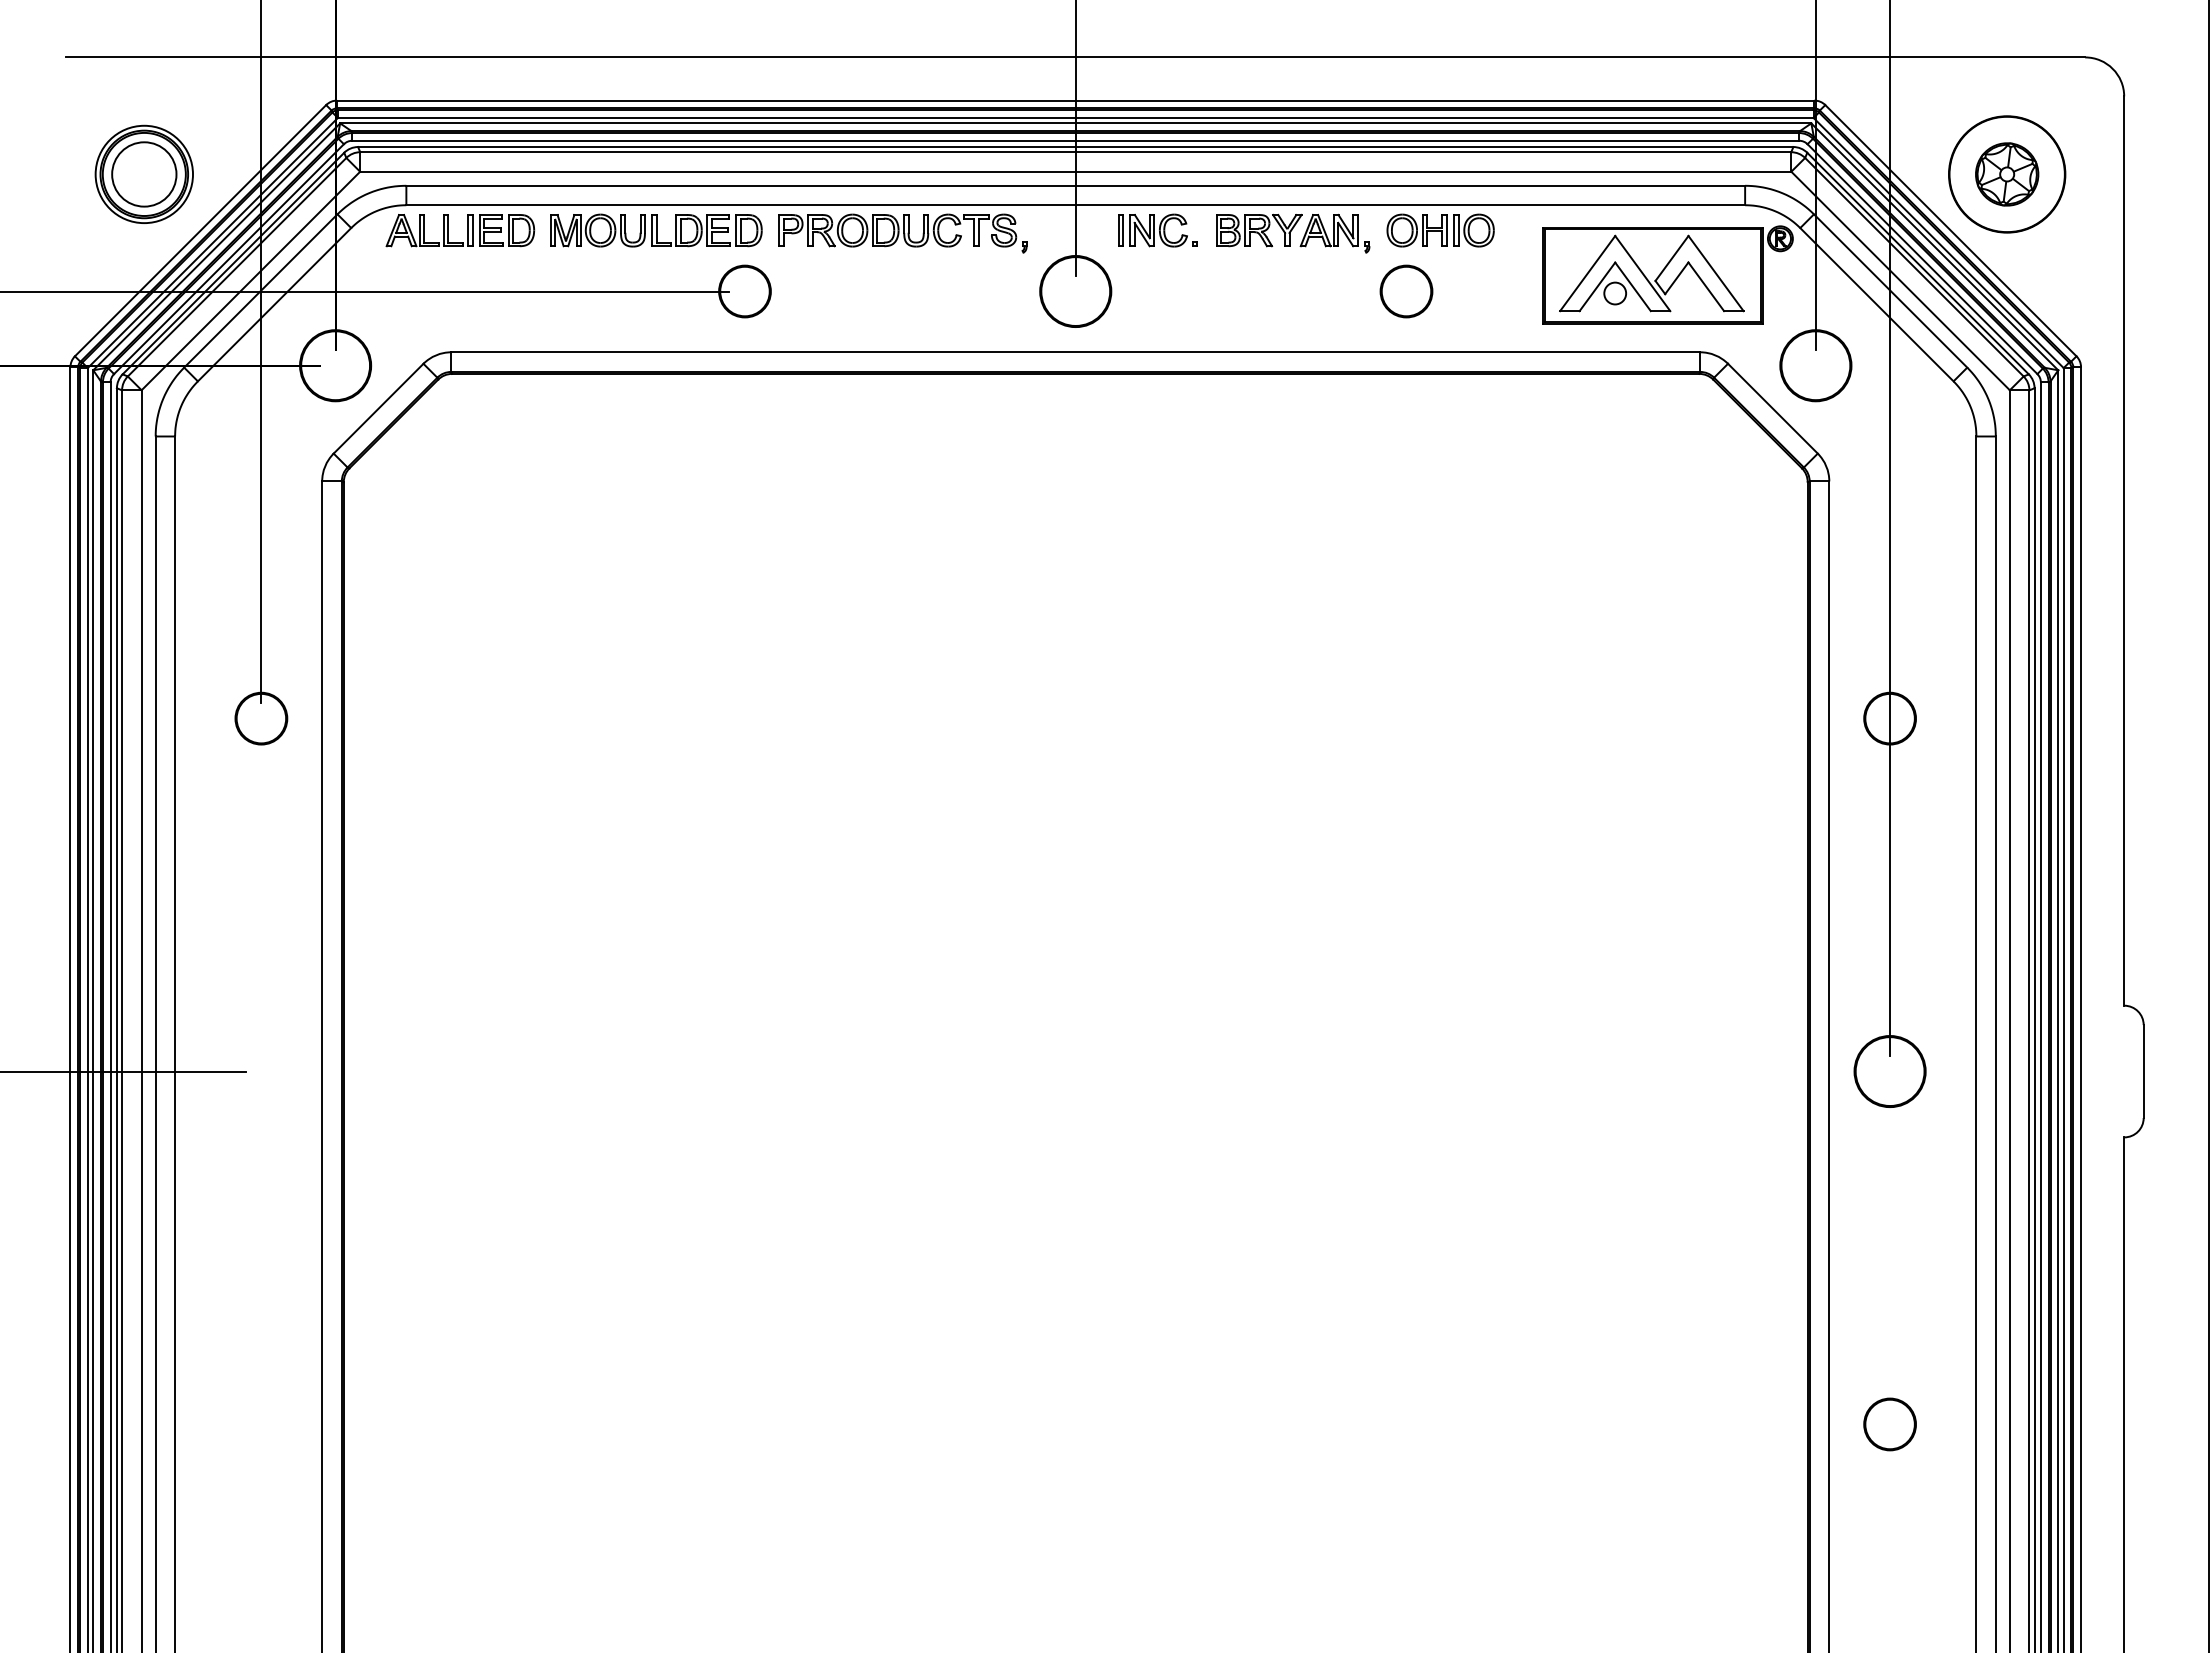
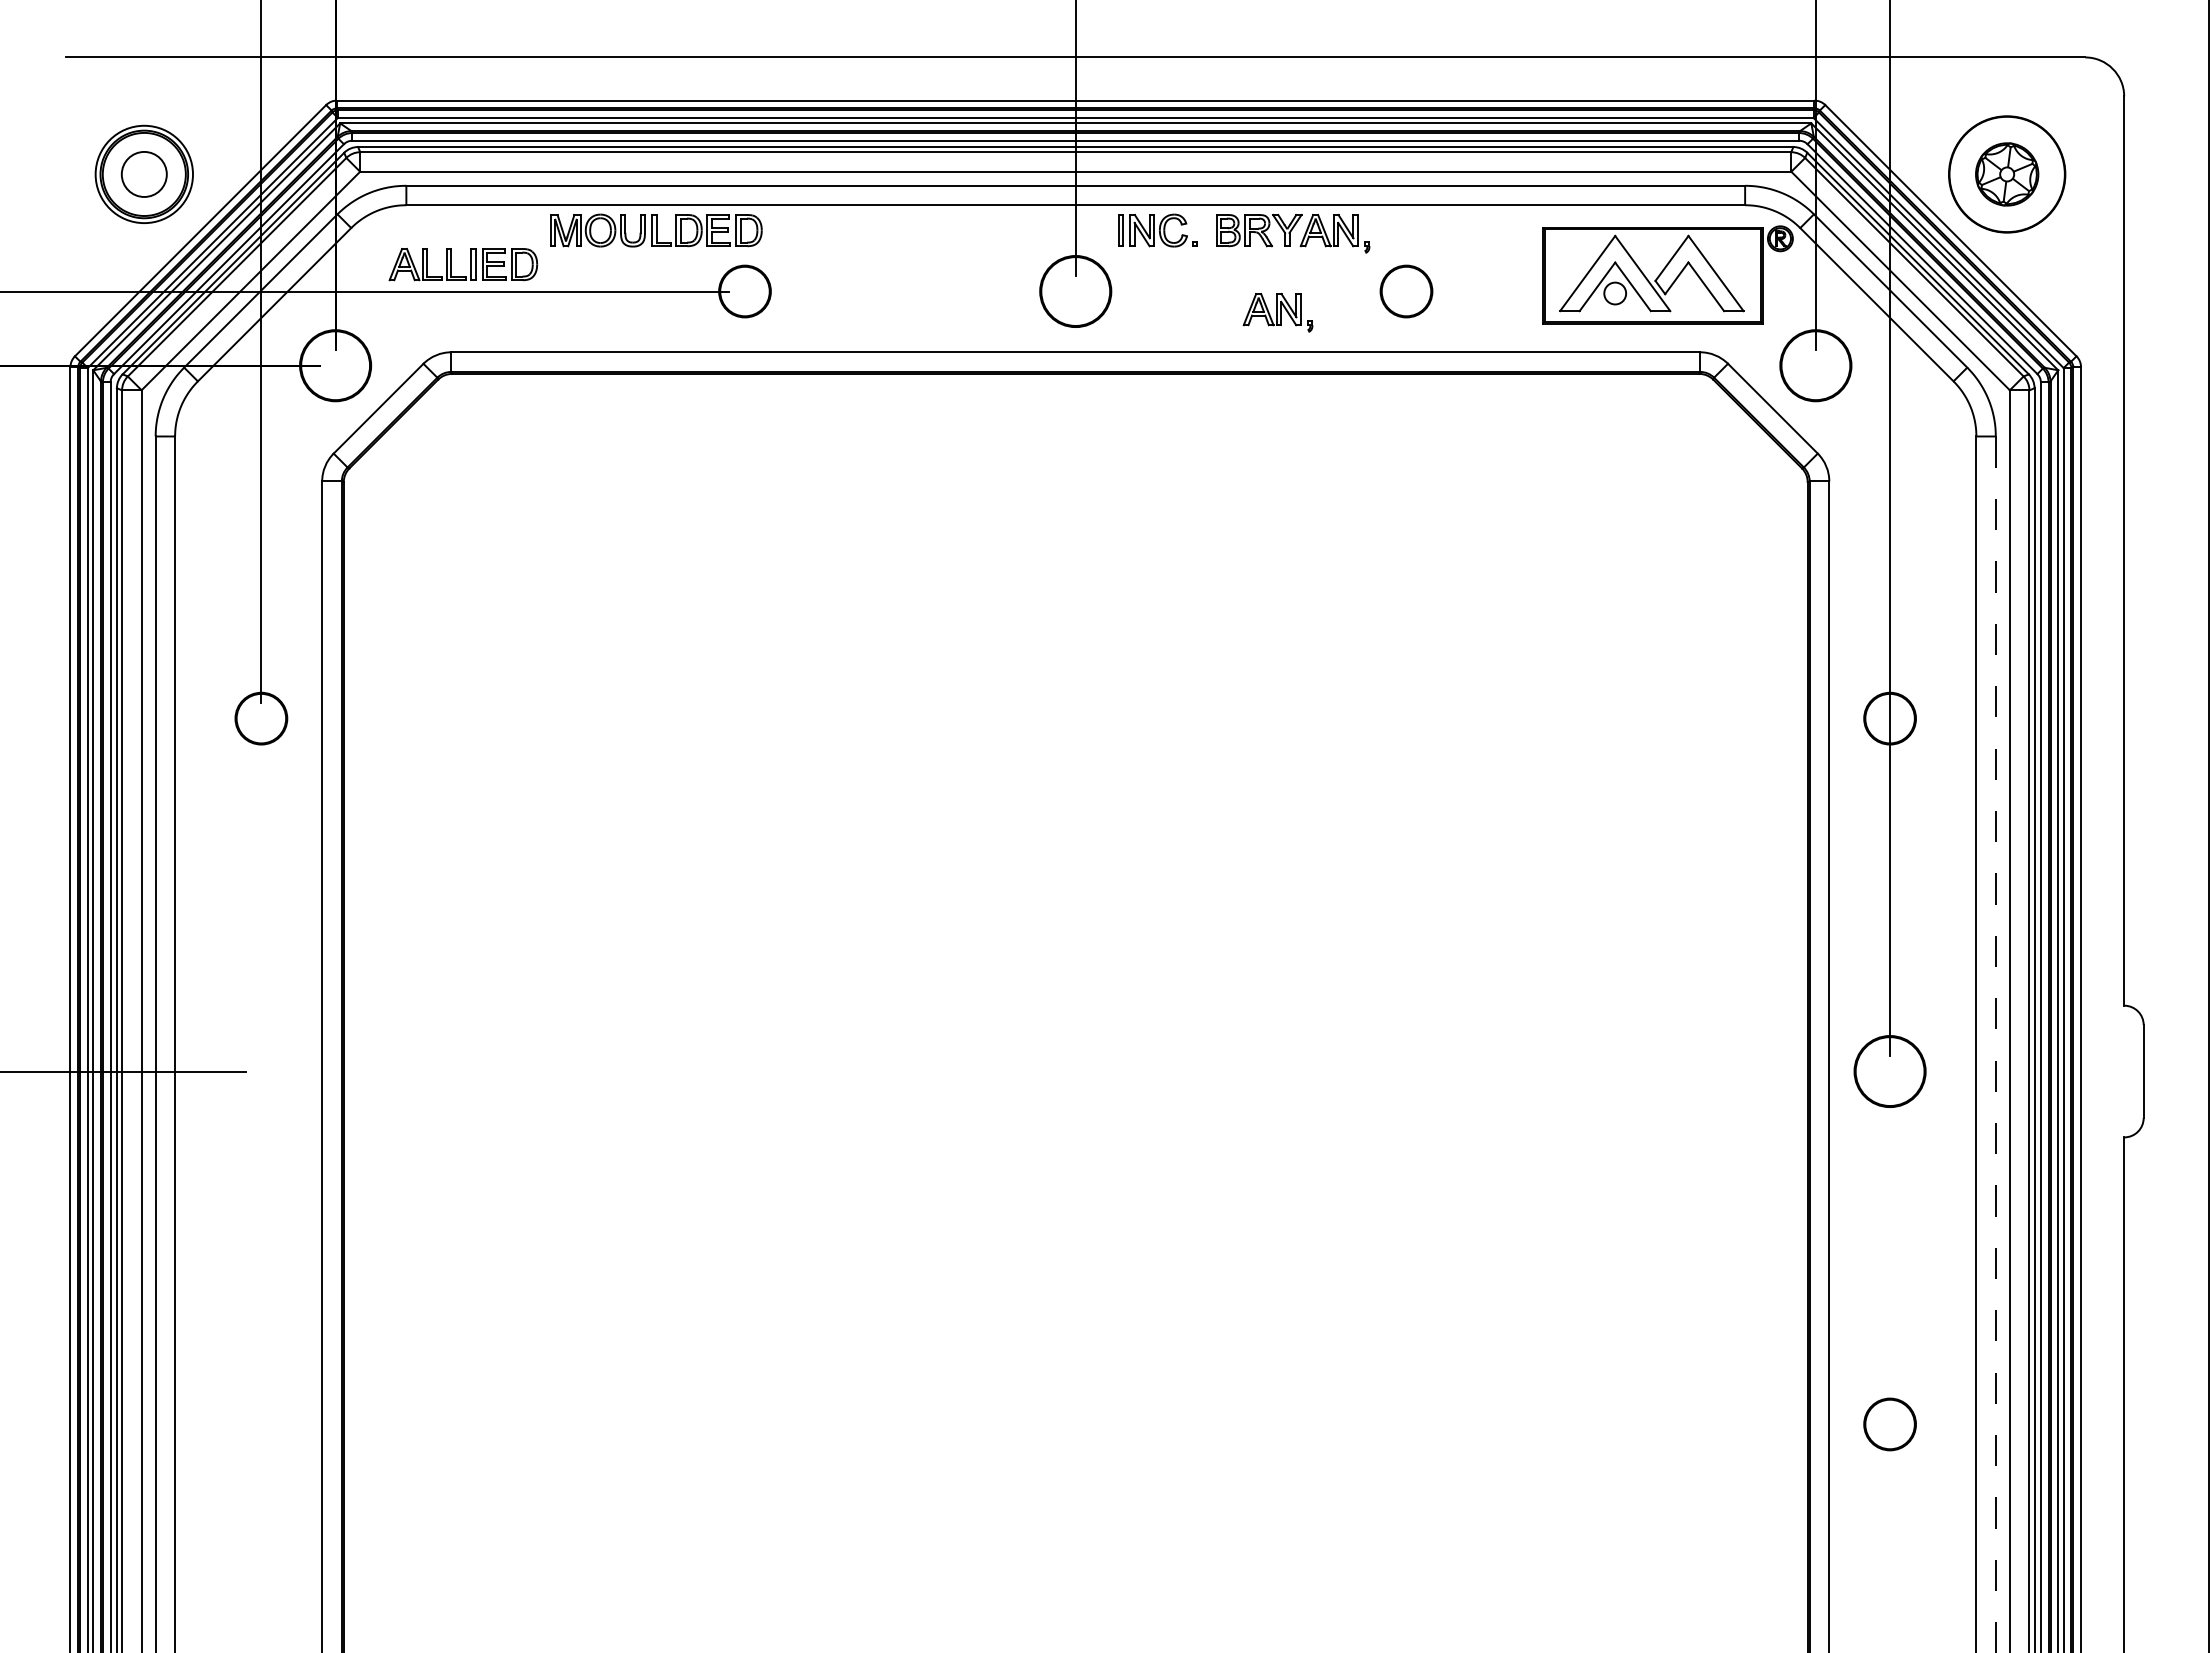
circle at (144, 174) diameter: 64 px -> 45 px
part at (467, 230) position: (467, 230) -> (470, 264)
part at (1440, 230): present -> none
part at (902, 233): present -> none
part at (1277, 312): none -> present
line at (1995, 1045): solid -> dashed
